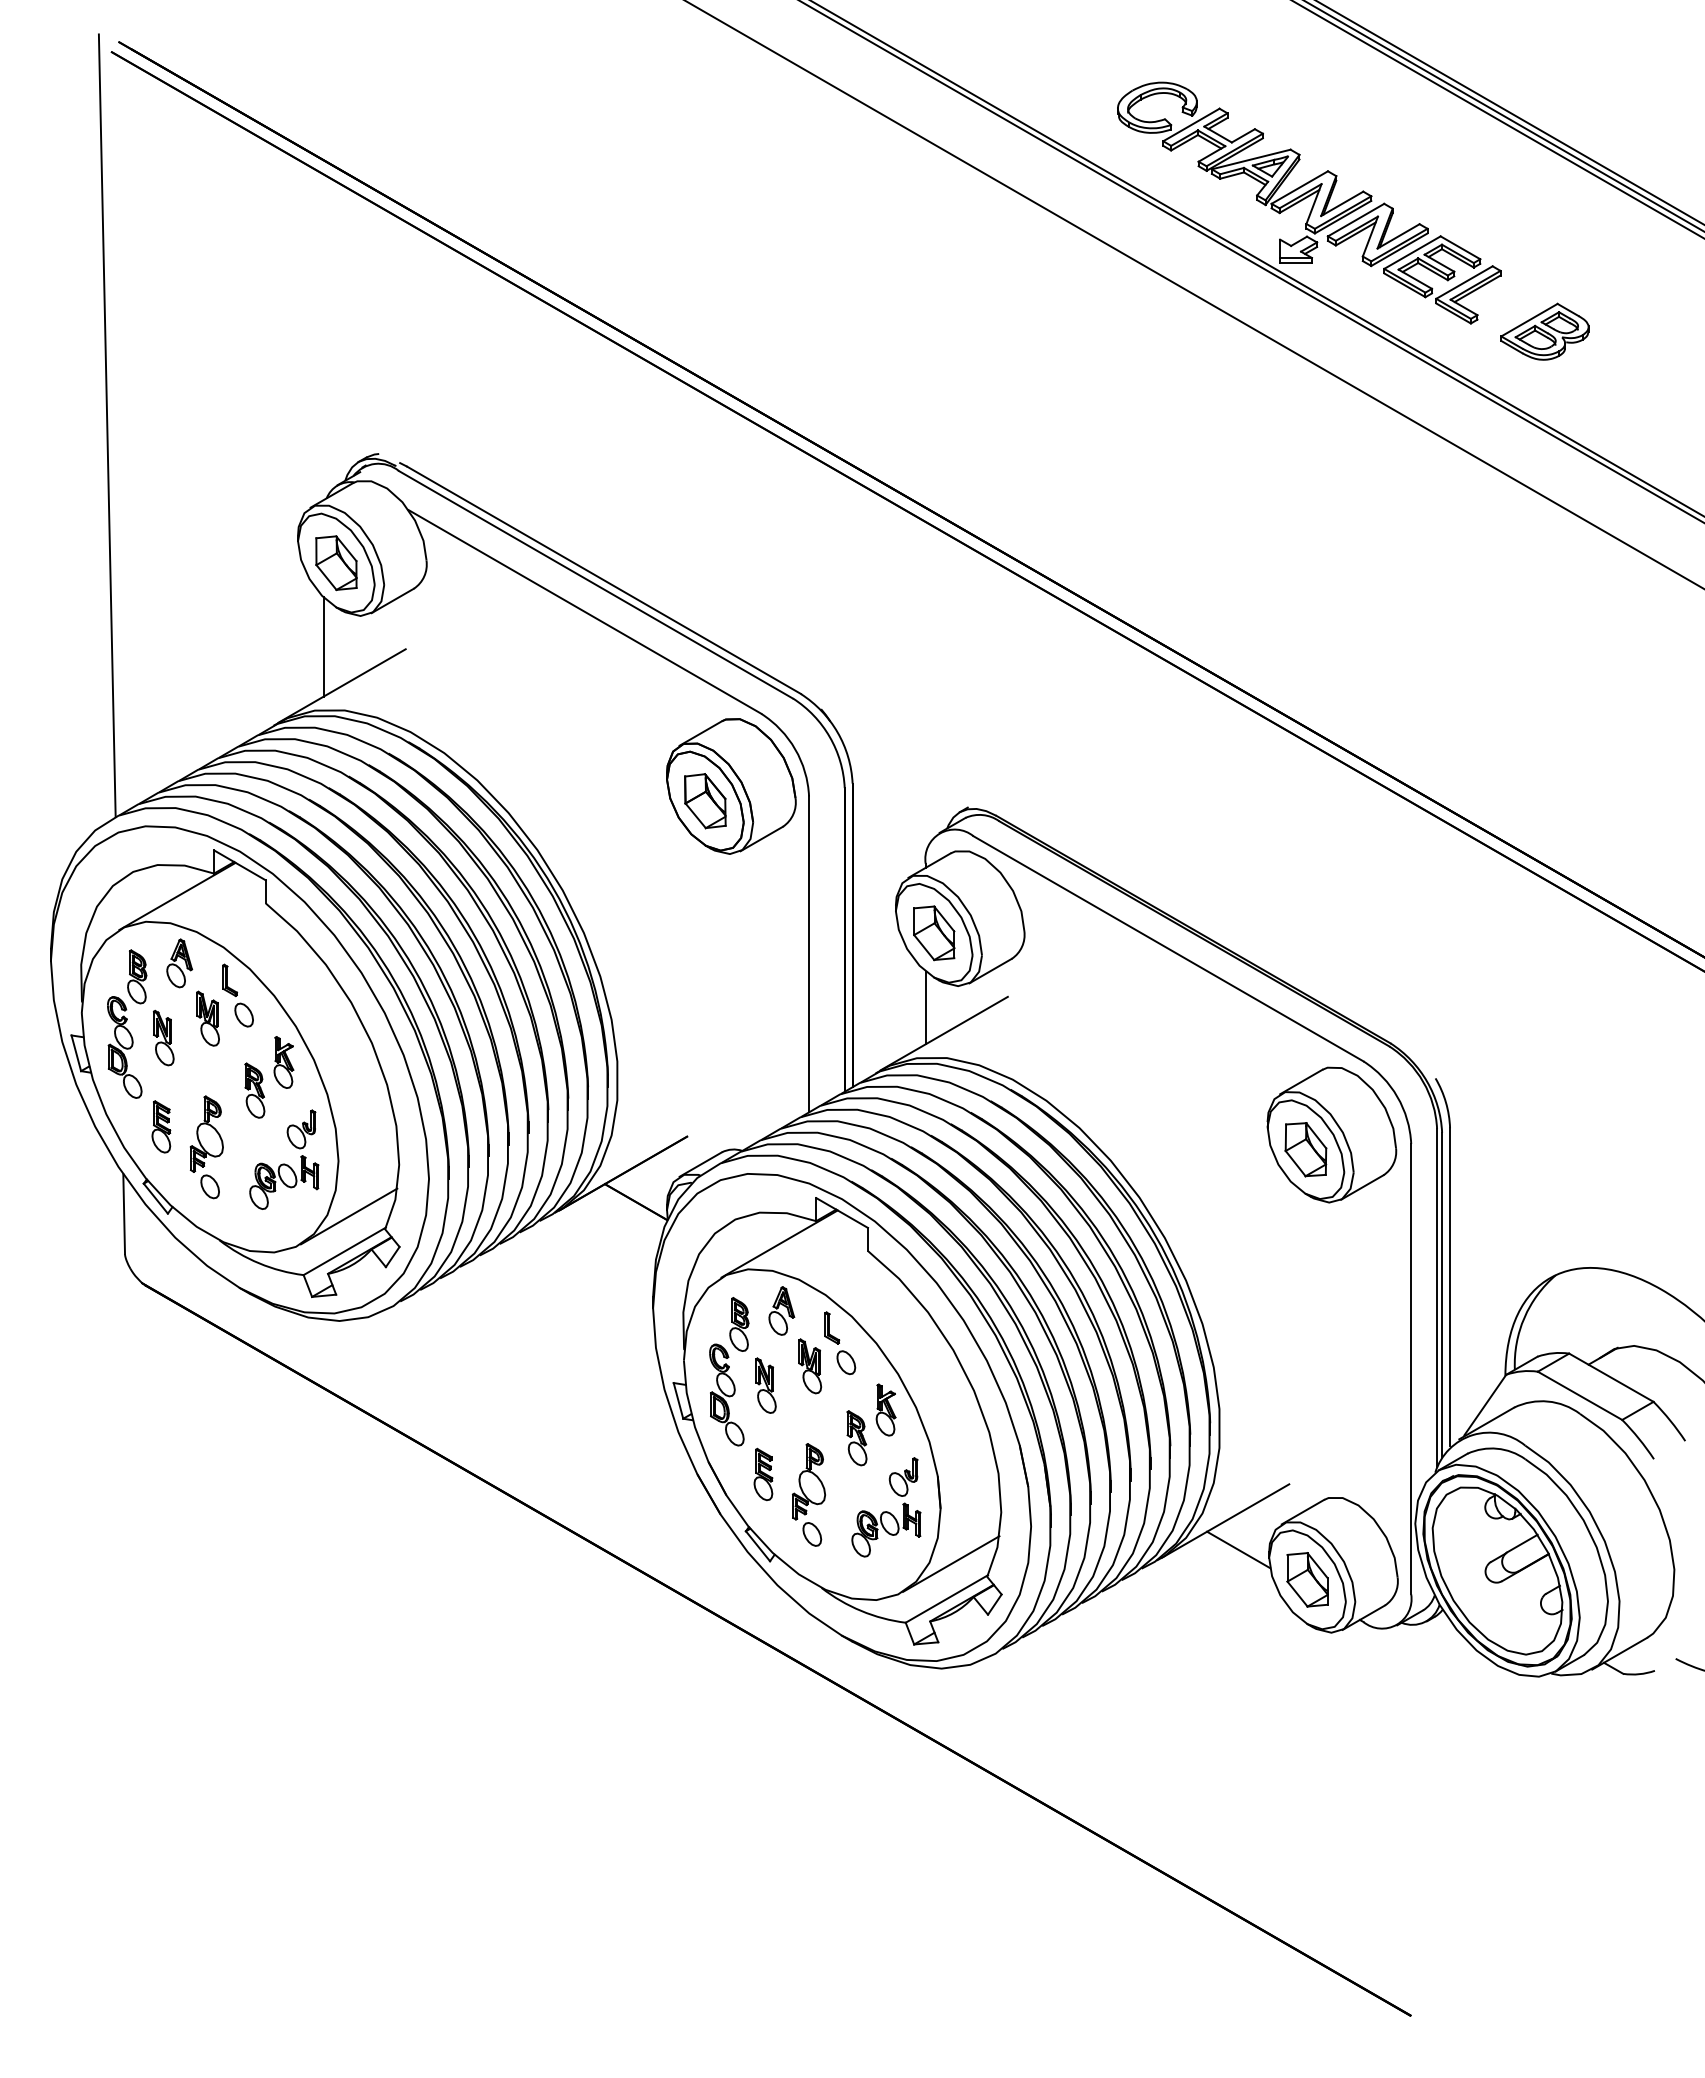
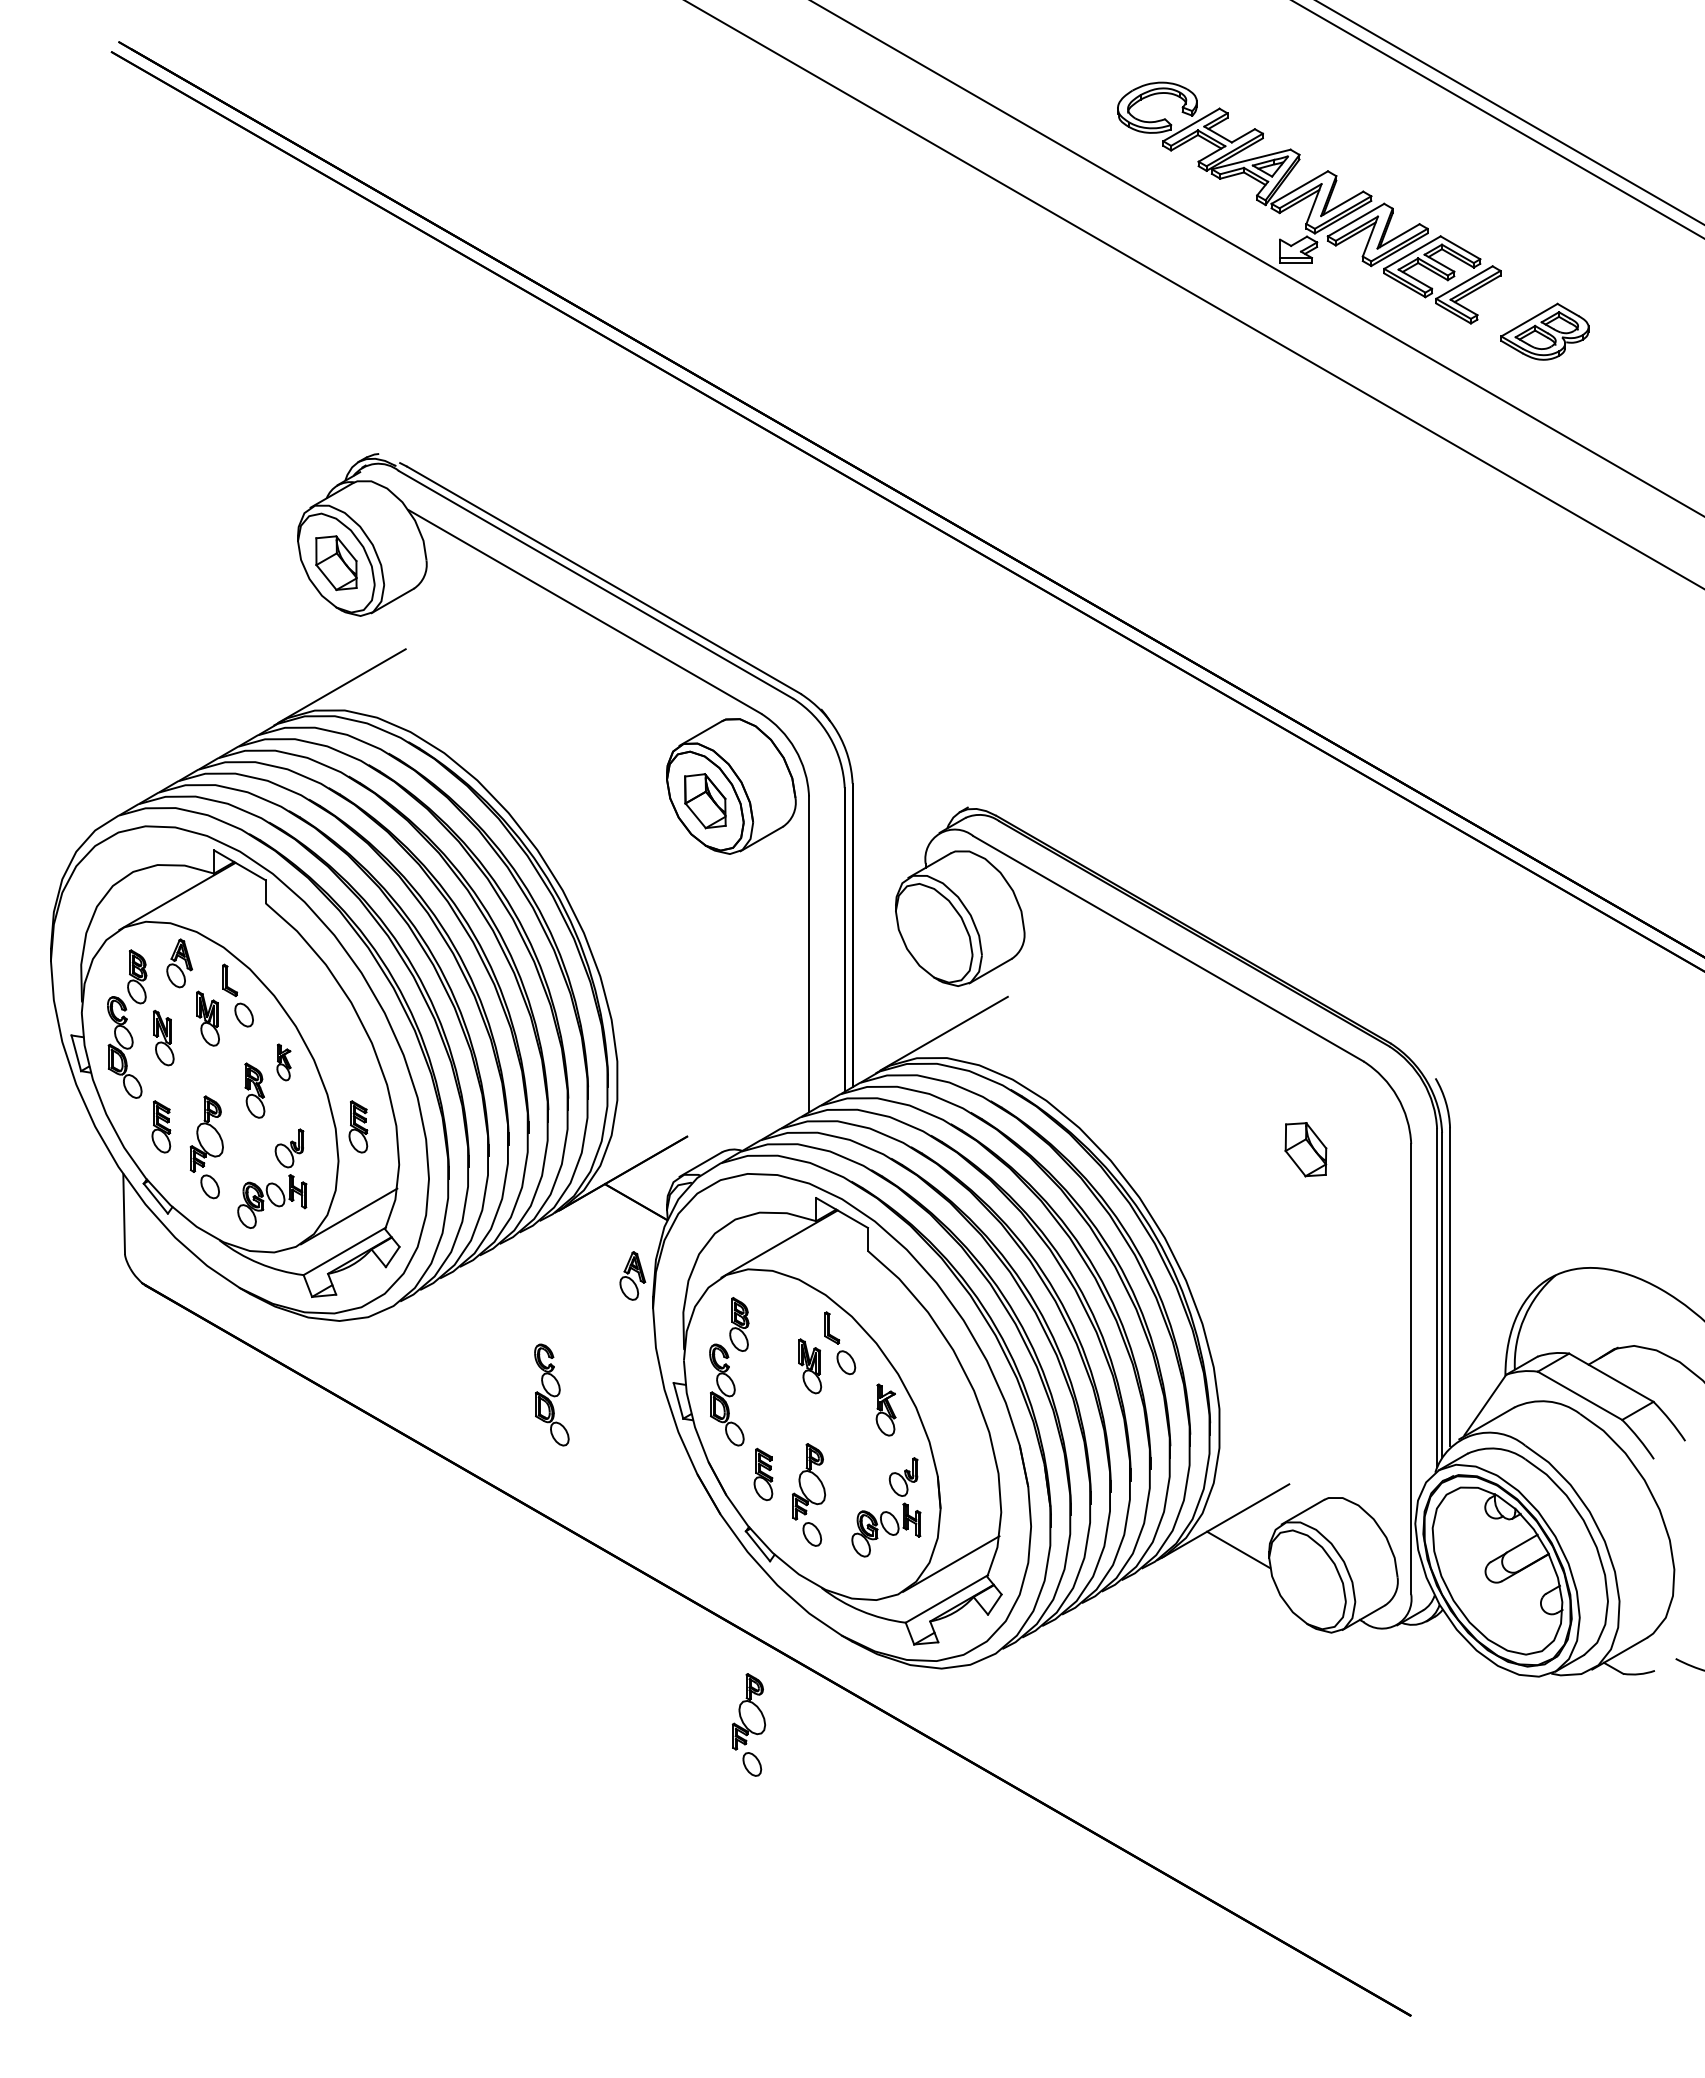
line at (1503, 116): present -> none
line at (1251, 261): present -> none
line at (106, 425): present -> none
line at (323, 646): present -> none
part at (934, 933): present -> none
line at (925, 1007): present -> none
part at (283, 1062) size: 22x53 px -> 16x39 px
part at (358, 1126): none -> present
part at (1331, 1134): present -> none
part at (284, 1159) position: (284, 1159) -> (272, 1178)
part at (781, 1310) position: (781, 1310) -> (632, 1275)
part at (765, 1385): present -> none
part at (551, 1394): none -> present
part at (856, 1438): present -> none
part at (1307, 1579): present -> none
part at (748, 1724): none -> present
